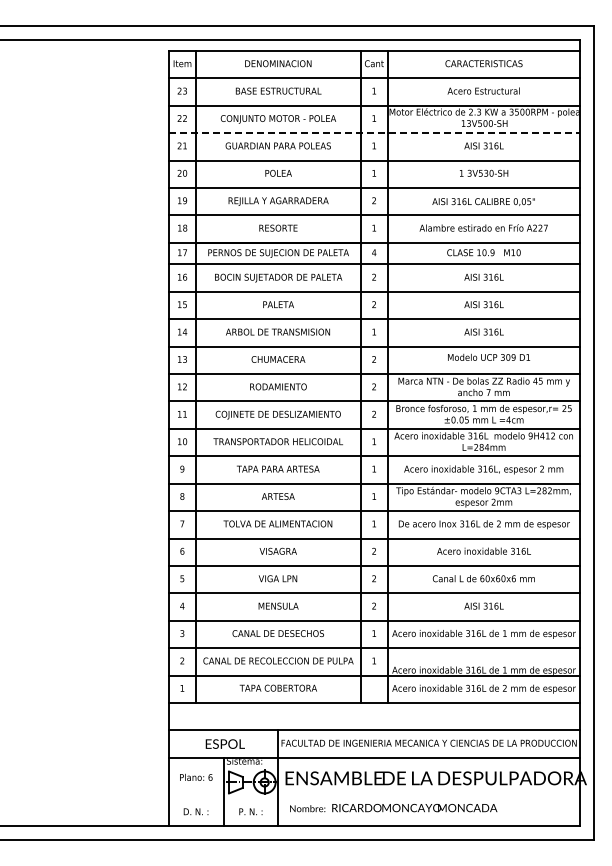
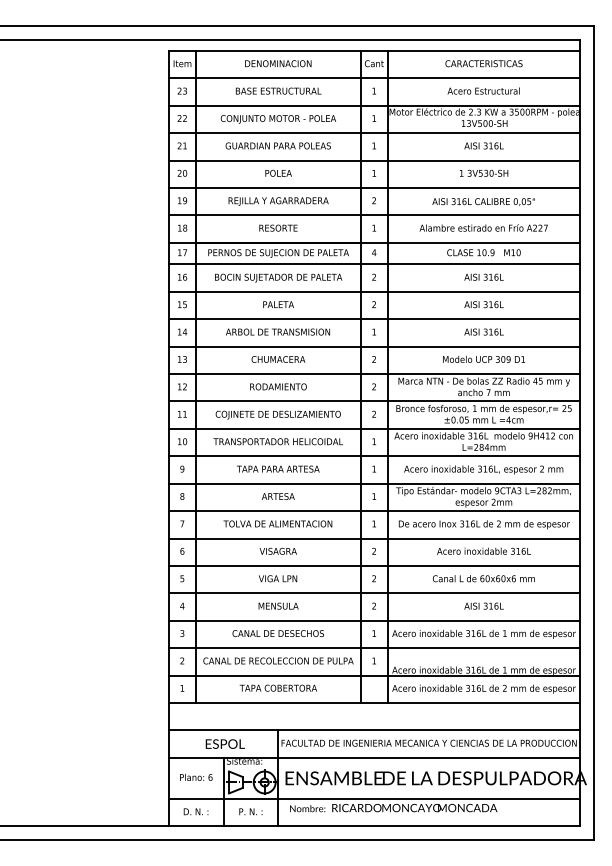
line at (374, 133): dashed -> solid
text at (489, 356) position: (489, 356) -> (484, 358)
line at (373, 798): none -> present
